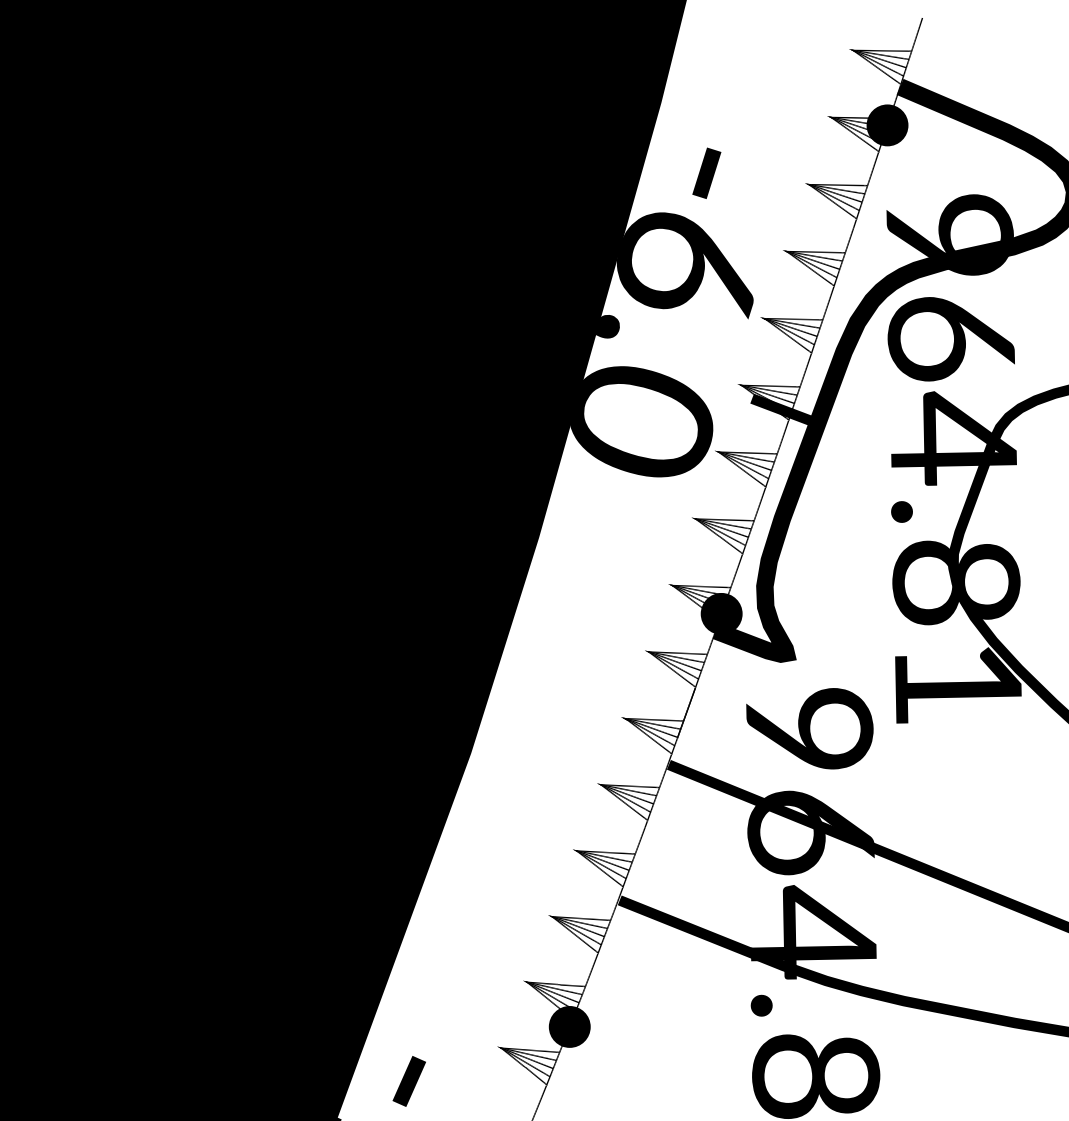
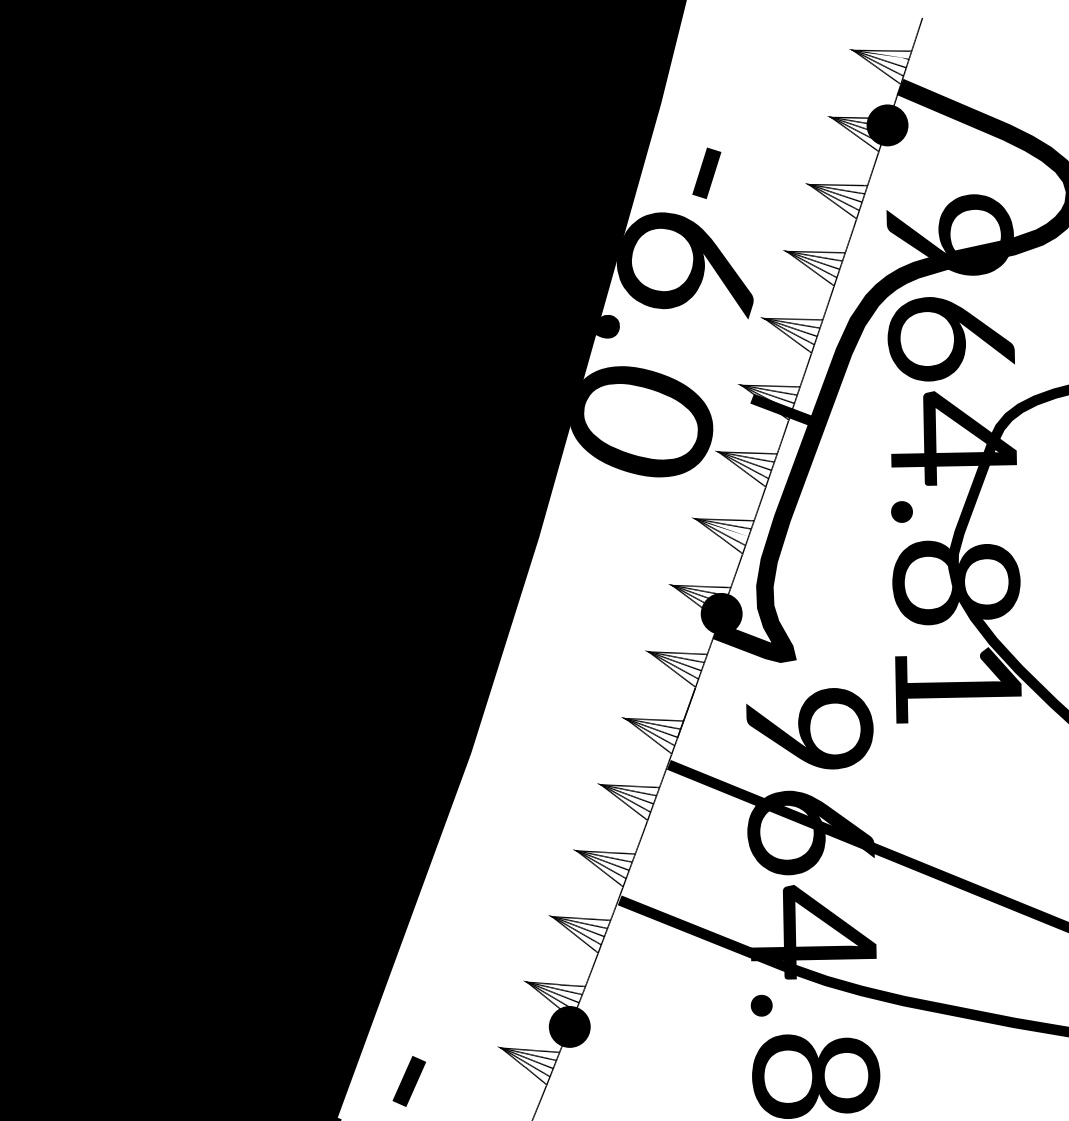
fill at (880, 55): present -> none
fill at (721, 528): present -> none
